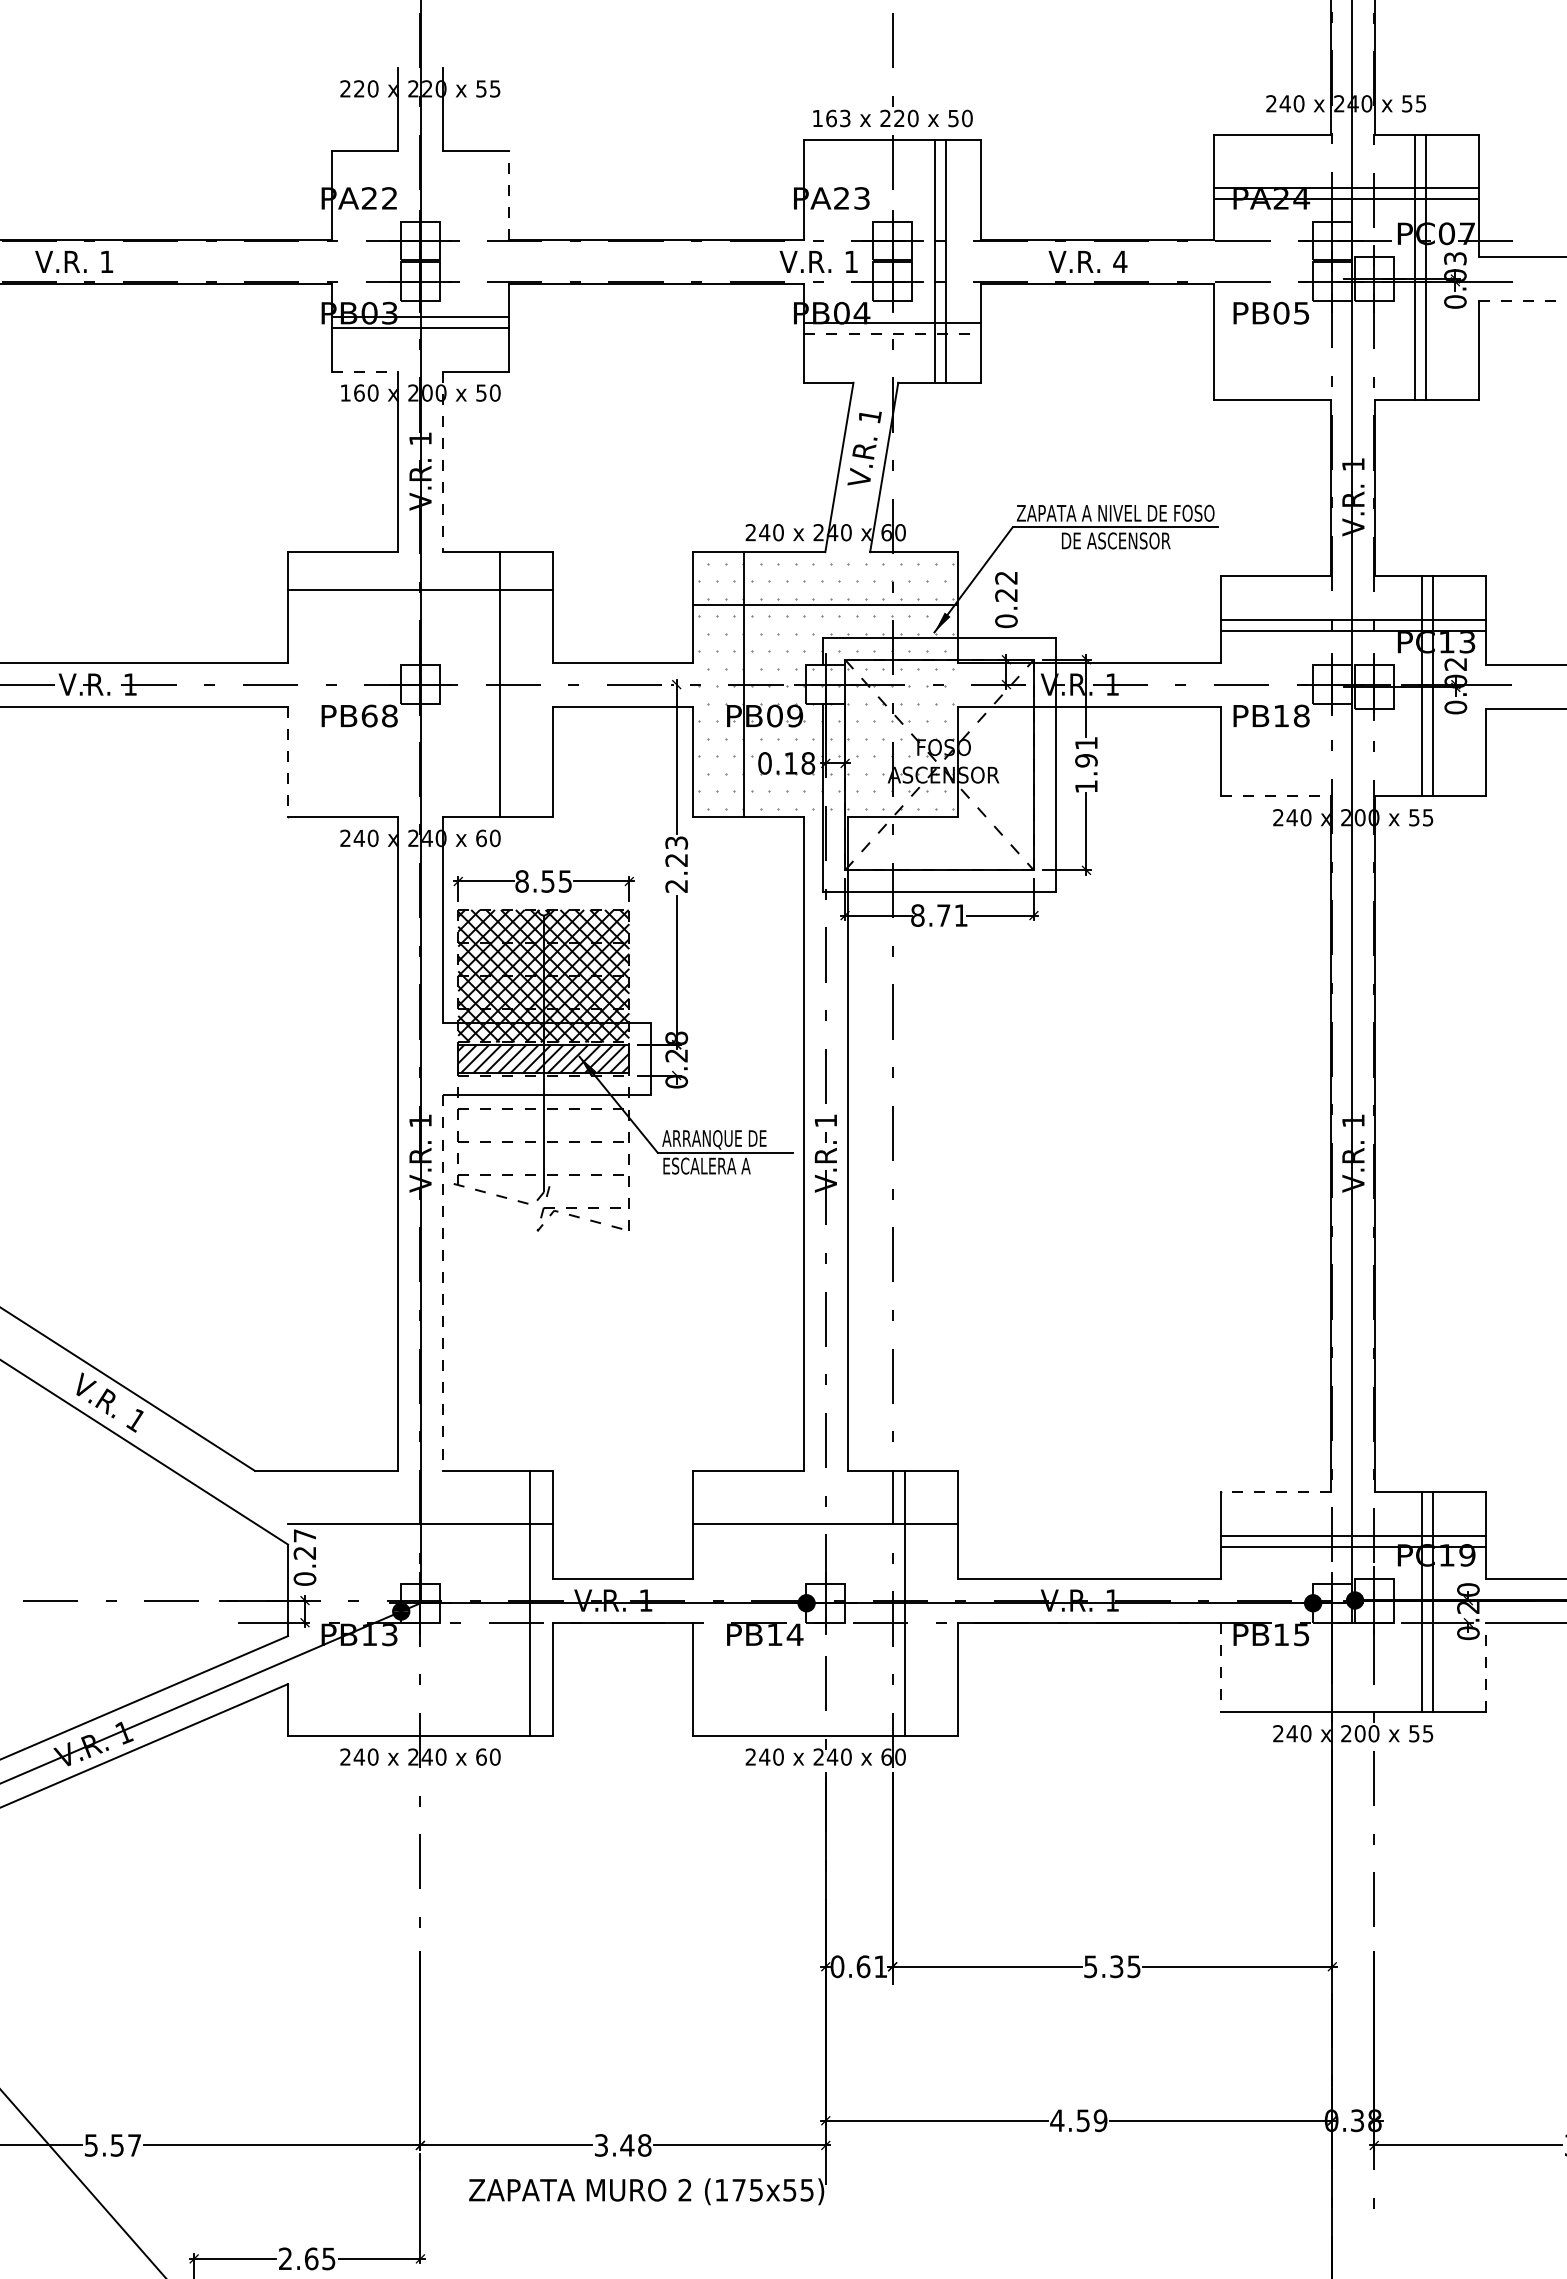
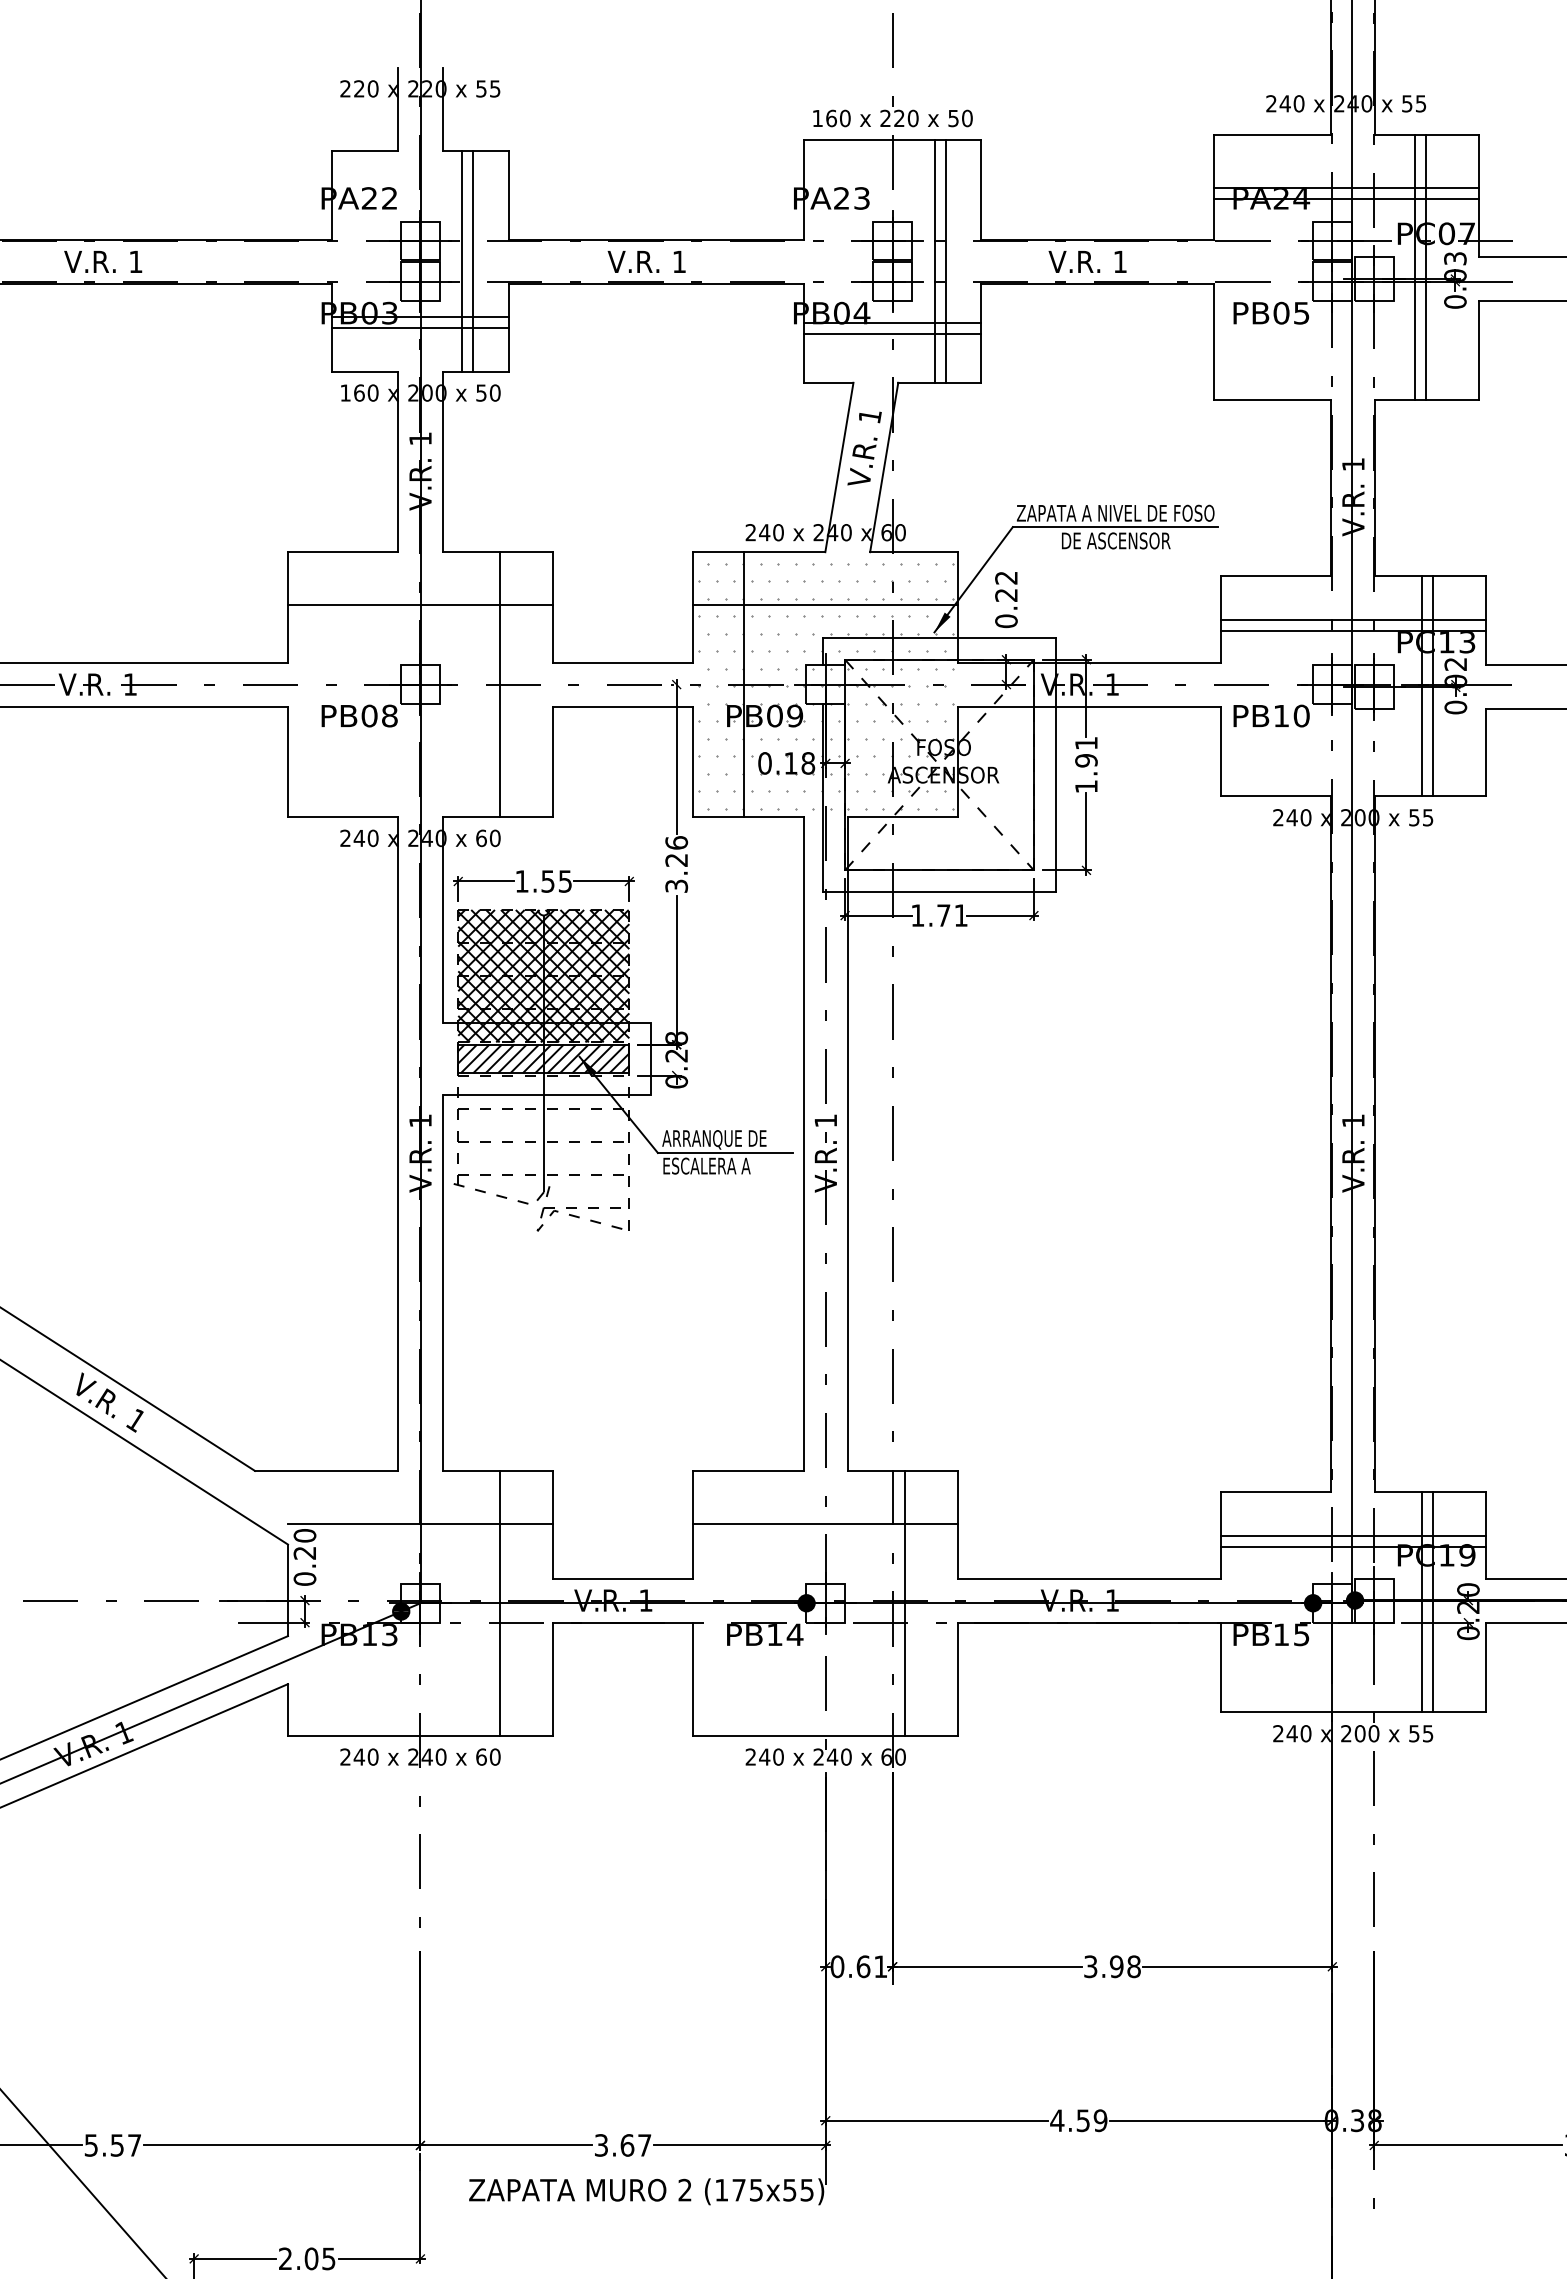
text at (845, 118): 163 -> 160
line at (508, 194): dashed -> solid
text at (74, 261) position: (74, 261) -> (103, 261)
line at (462, 261): none -> present
line at (473, 261): none -> present
text at (818, 261) position: (818, 261) -> (646, 261)
text at (1120, 261): 4 -> 1
line at (1522, 301): dashed -> solid
line at (893, 334): dashed -> solid
line at (365, 371): dashed -> solid
line at (442, 462): dashed -> solid
line at (420, 590) position: (420, 590) -> (420, 605)
text at (369, 715): PB68 -> PB08
text at (1301, 716): PB18 -> PB10
line at (288, 762): dashed -> solid
line at (1276, 796): dashed -> solid
text at (676, 864): 2.23 -> 3.26
text at (521, 881): 8.55 -> 1.55
text at (917, 915): 8.71 -> 1.71
line at (442, 1283): dashed -> solid
line at (1275, 1491): dashed -> solid
text at (304, 1535): 0.27 -> 0.20
line at (529, 1602) position: (529, 1602) -> (499, 1602)
line at (1220, 1667): dashed -> solid
line at (1485, 1667): dashed -> solid
text at (1112, 1966): 5.35 -> 3.98
text at (635, 2145): 3.48 -> 3.67
text at (311, 2258): 2.65 -> 2.05
